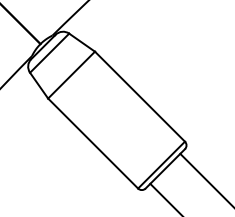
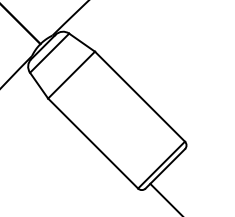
line at (205, 178): present -> none
